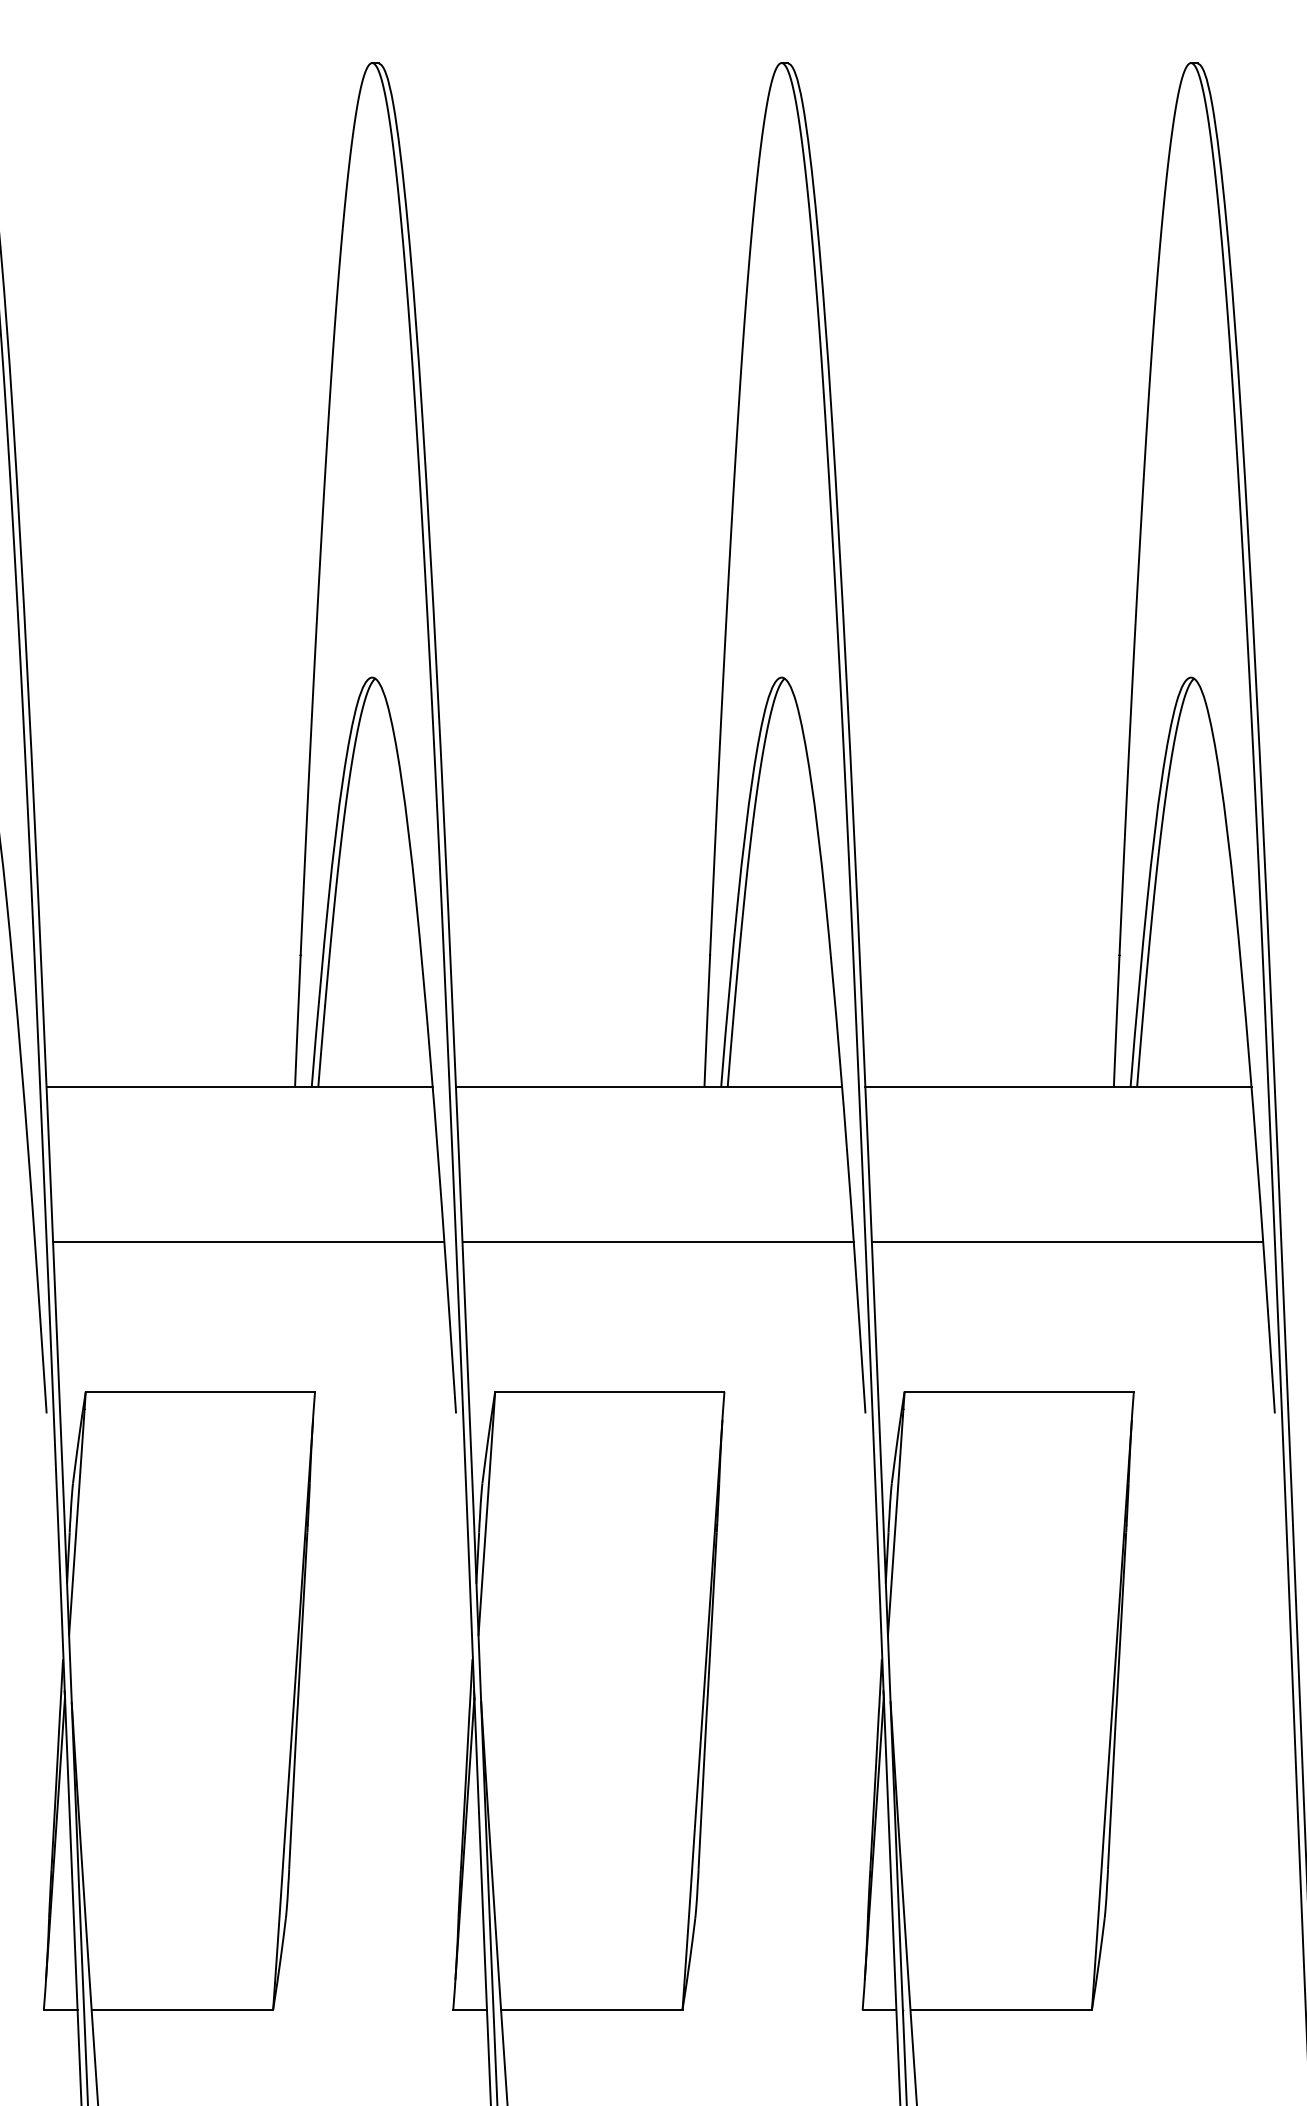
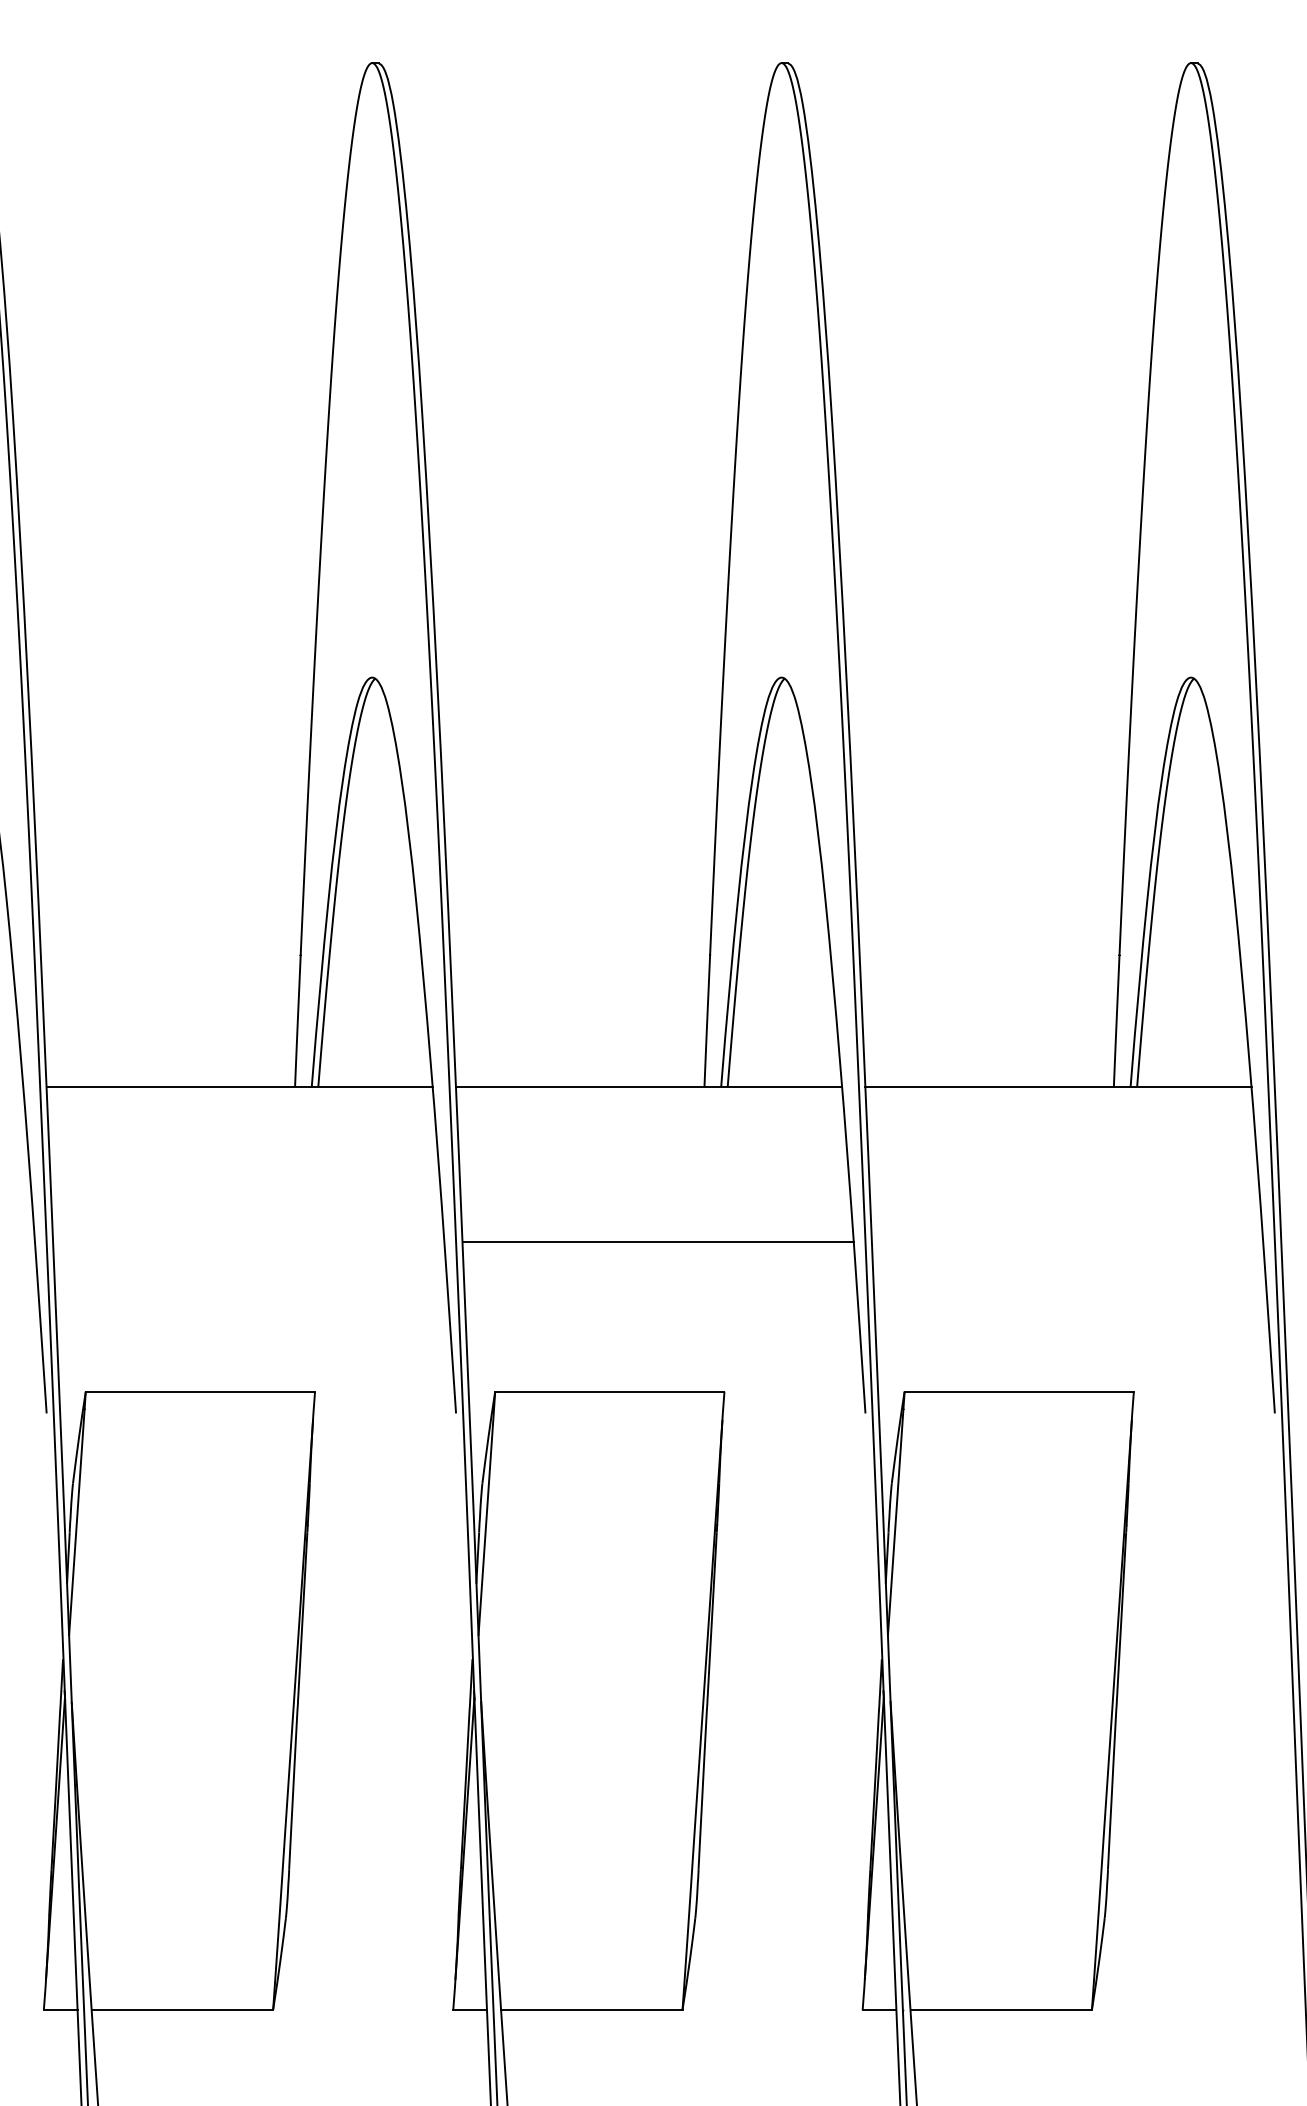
line at (248, 1242): present -> none
line at (1067, 1242): present -> none
